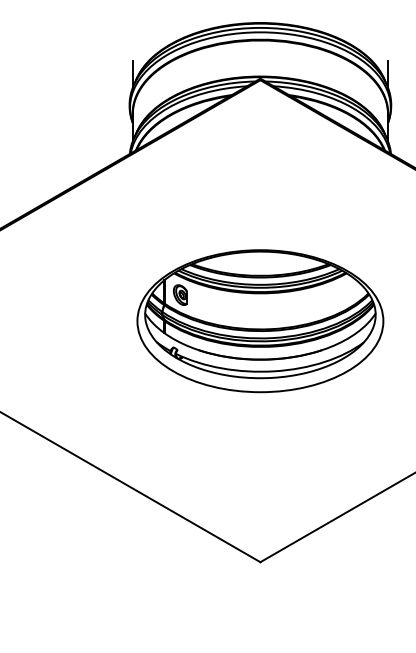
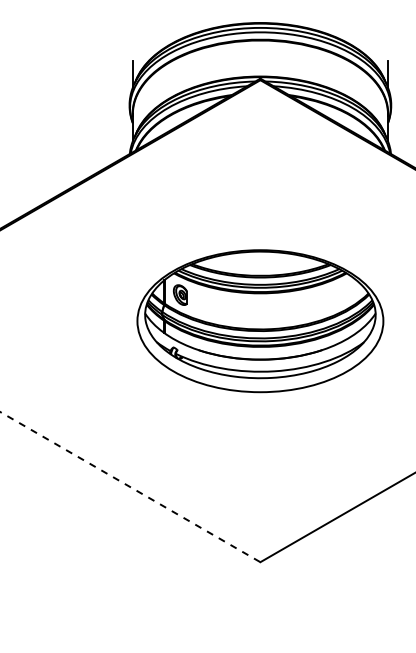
line at (130, 487): solid -> dashed
